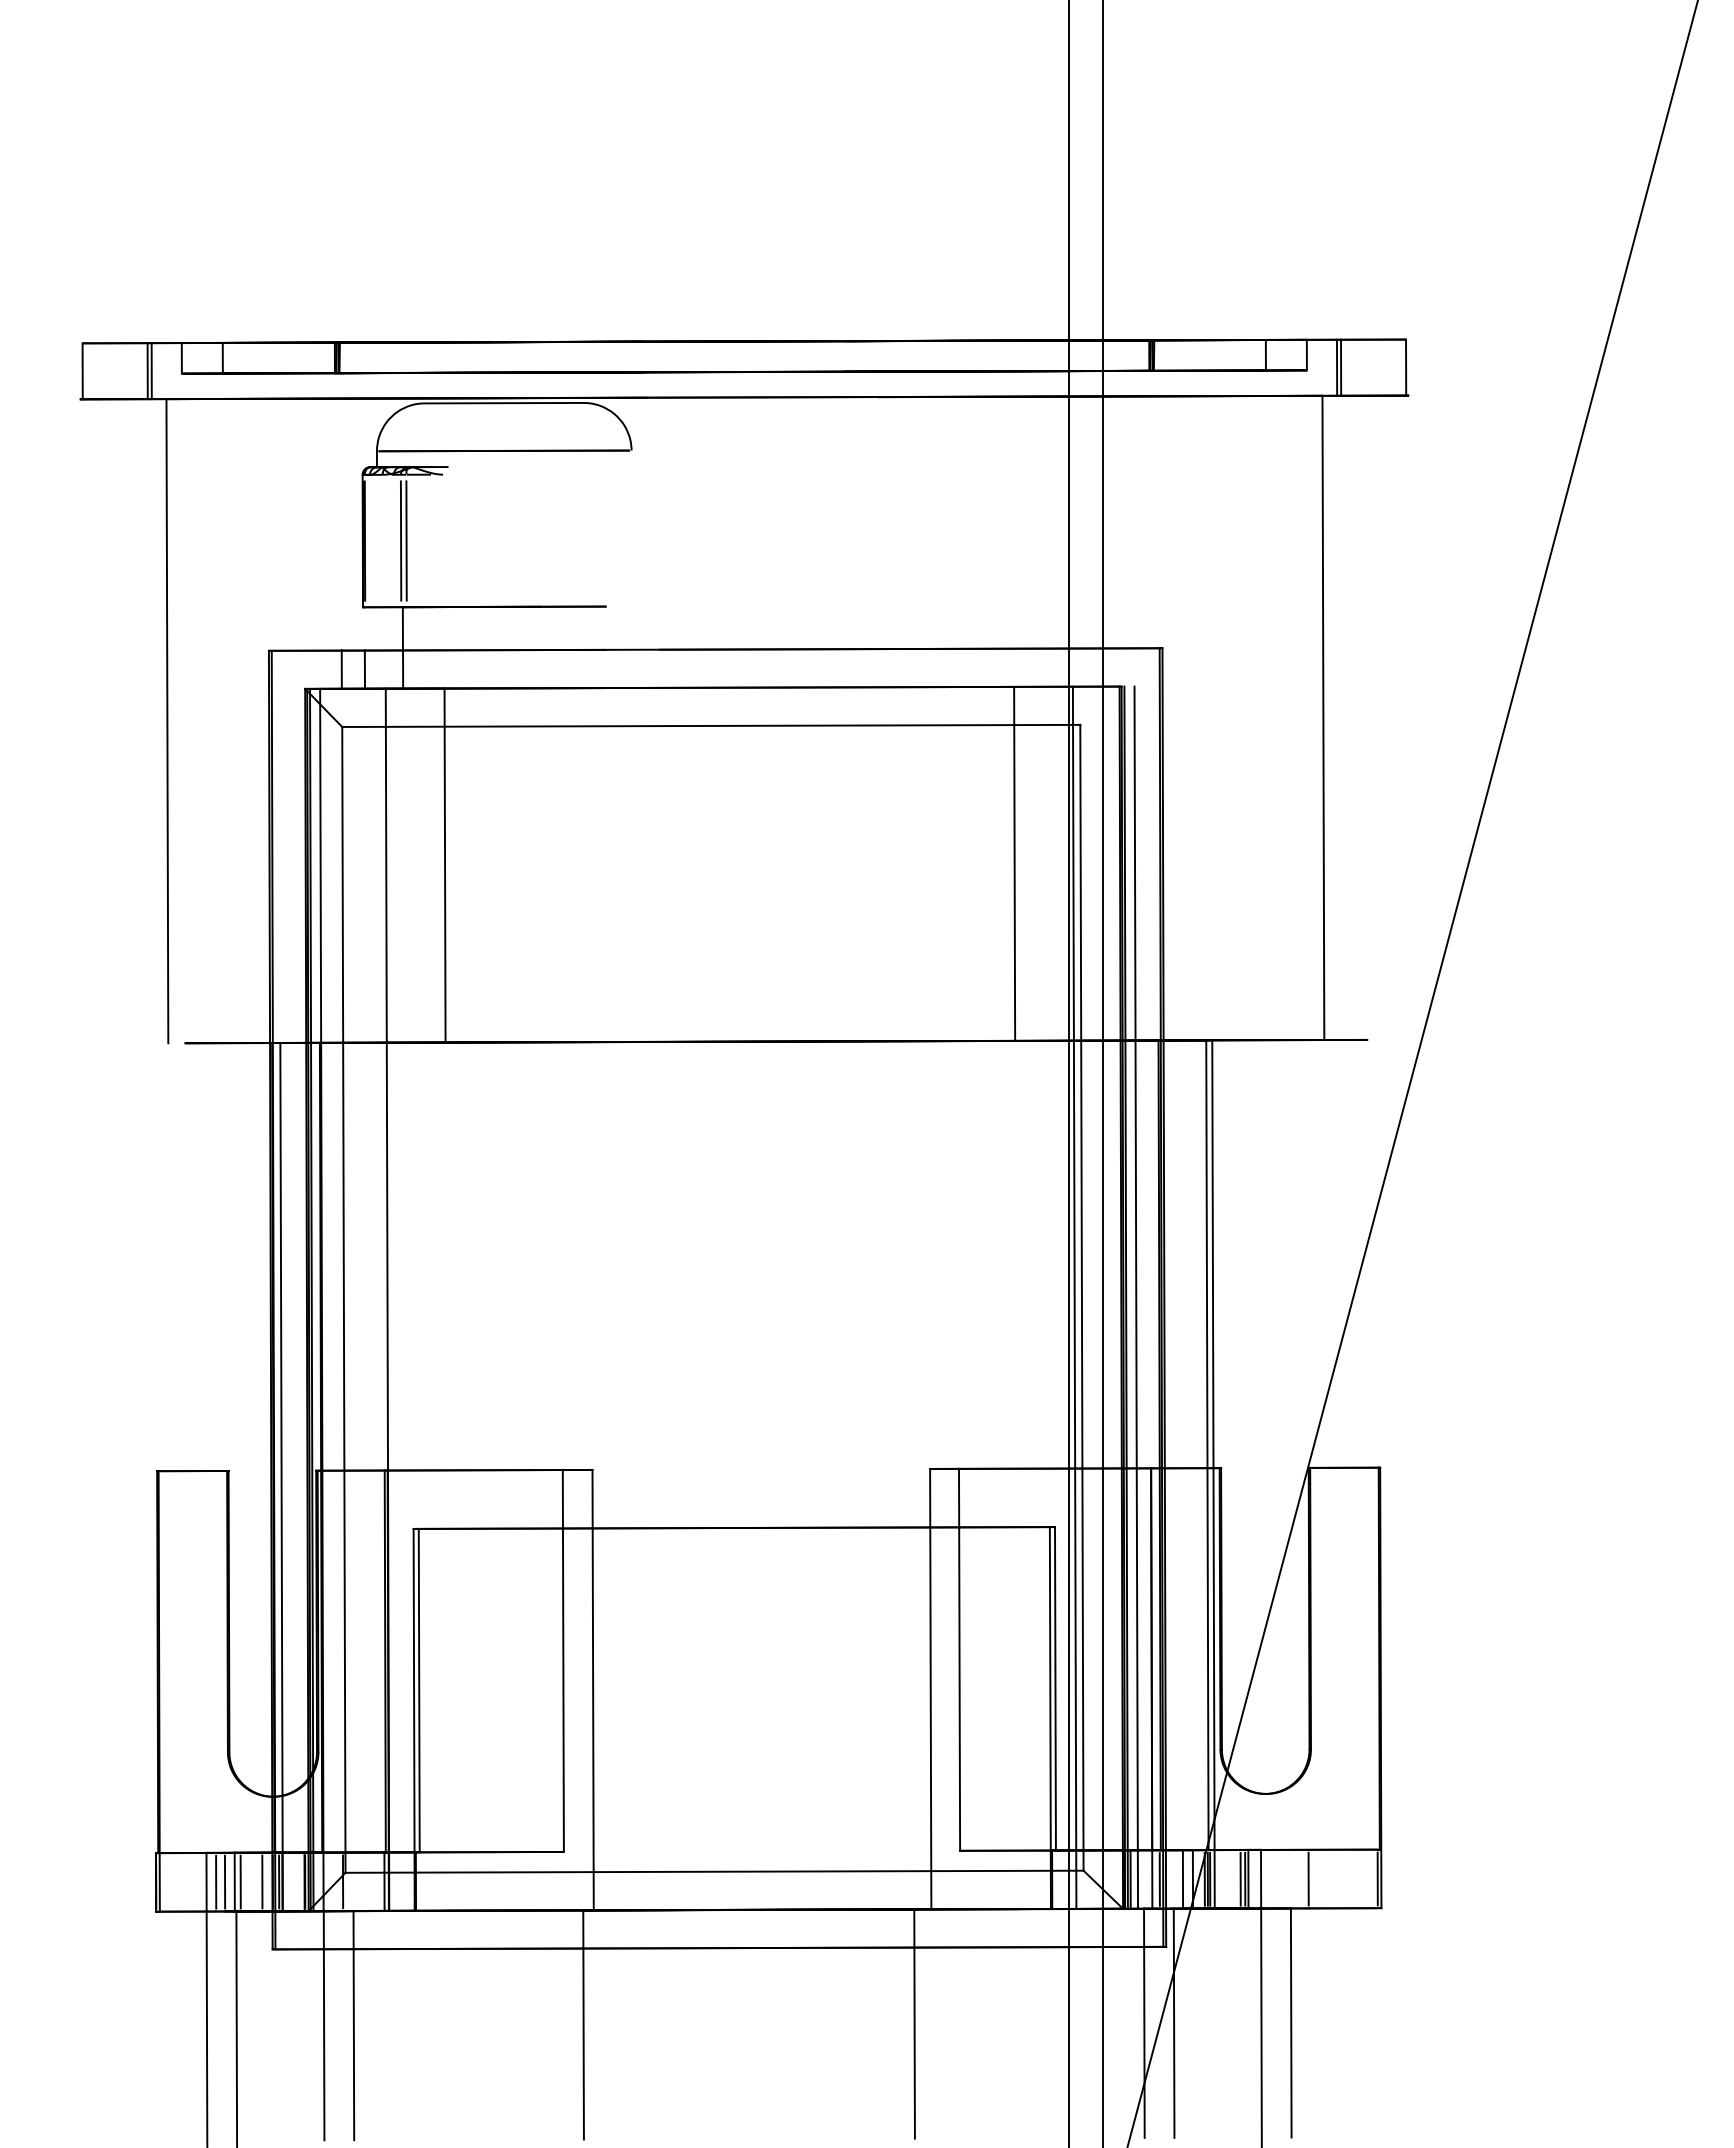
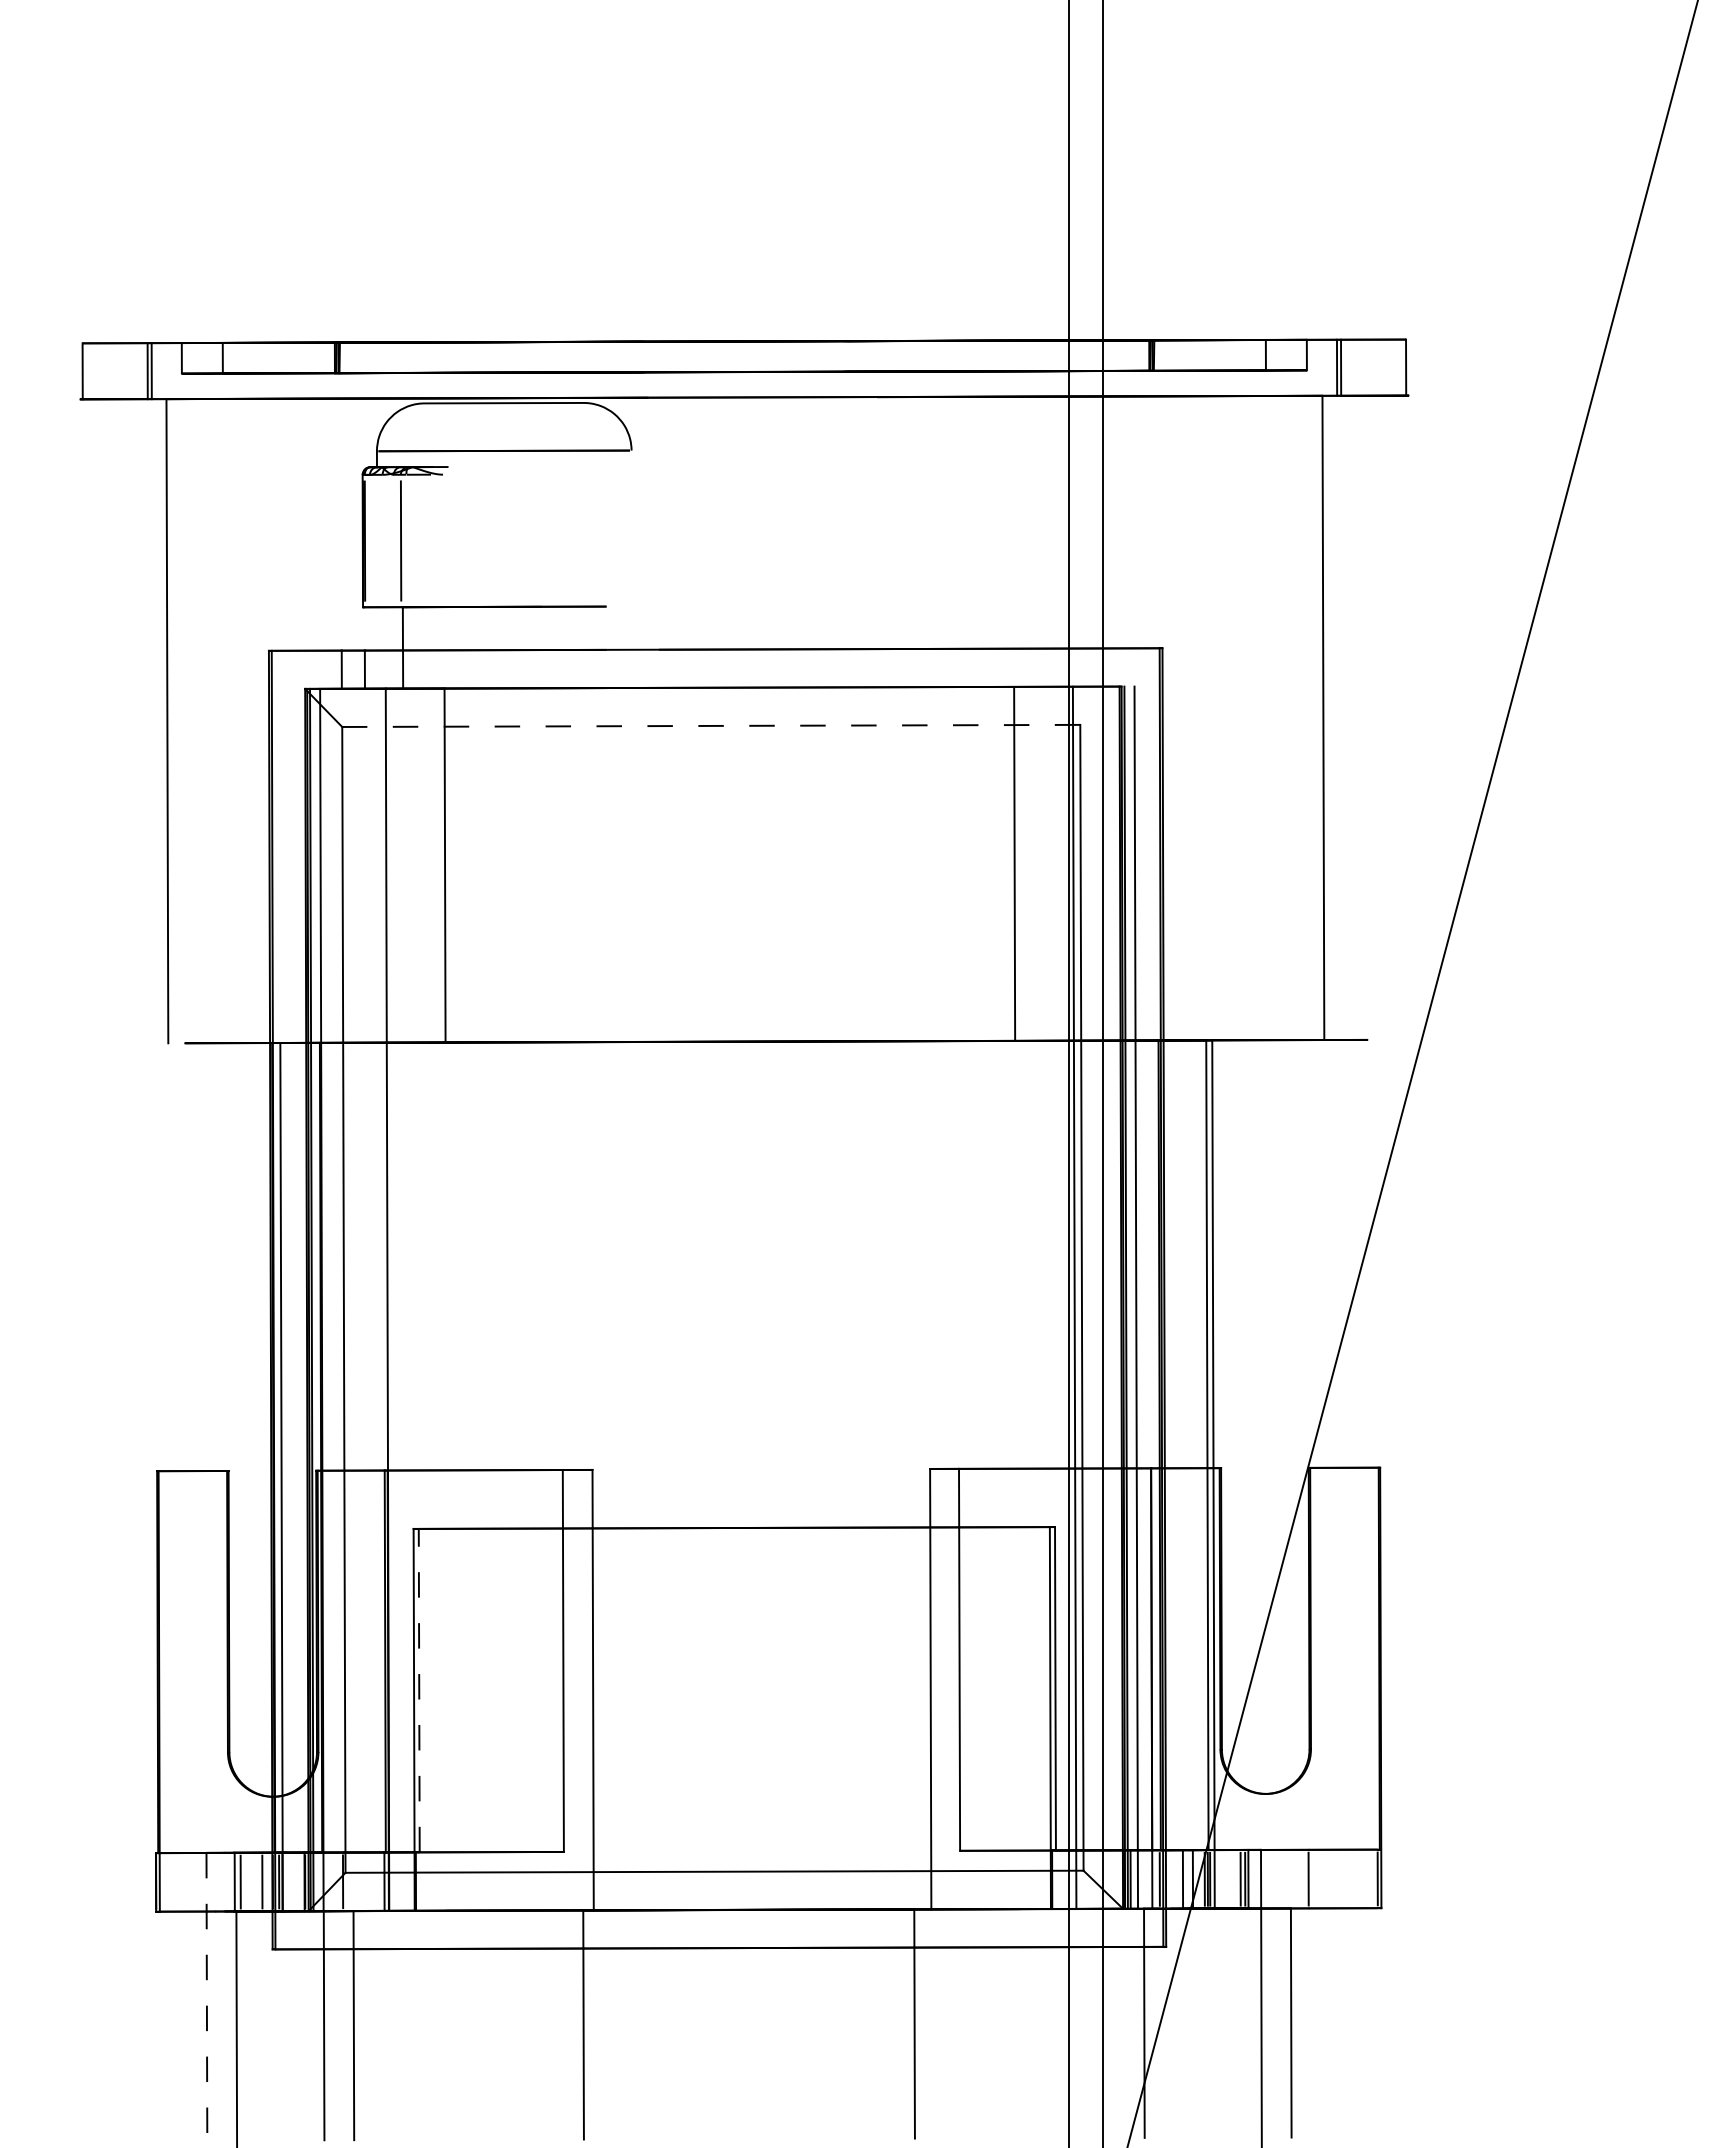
line at (406, 540): present -> none
line at (710, 725): solid -> dashed
line at (419, 1690): solid -> dashed
line at (216, 1881): present -> none
line at (224, 1881): present -> none
line at (206, 2000): solid -> dashed
line at (1173, 2022): present -> none
